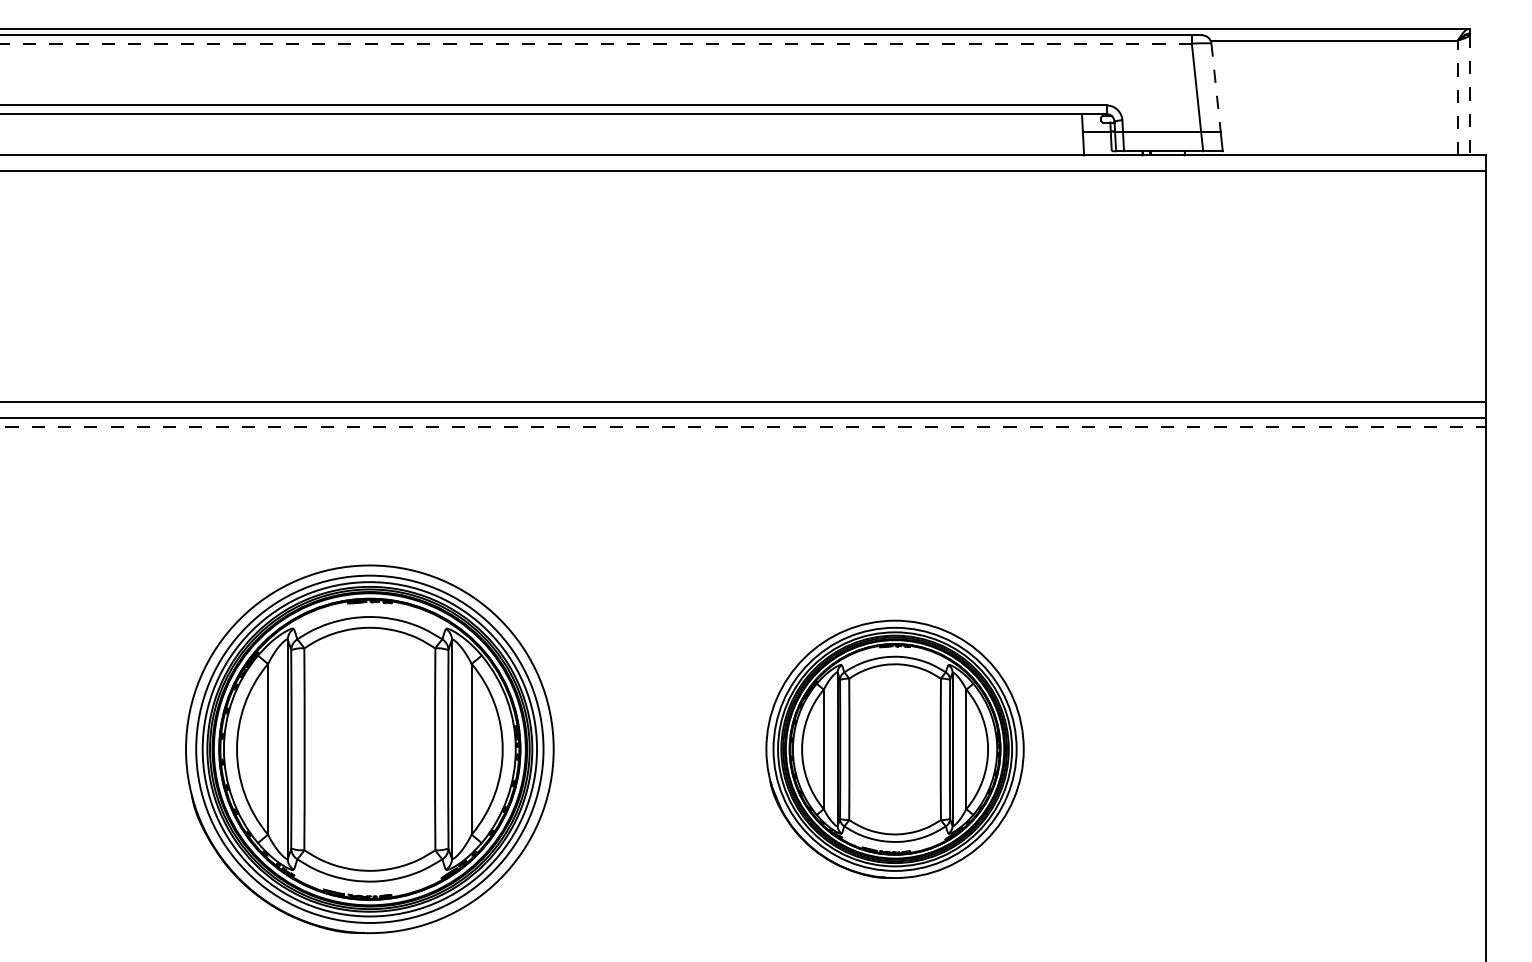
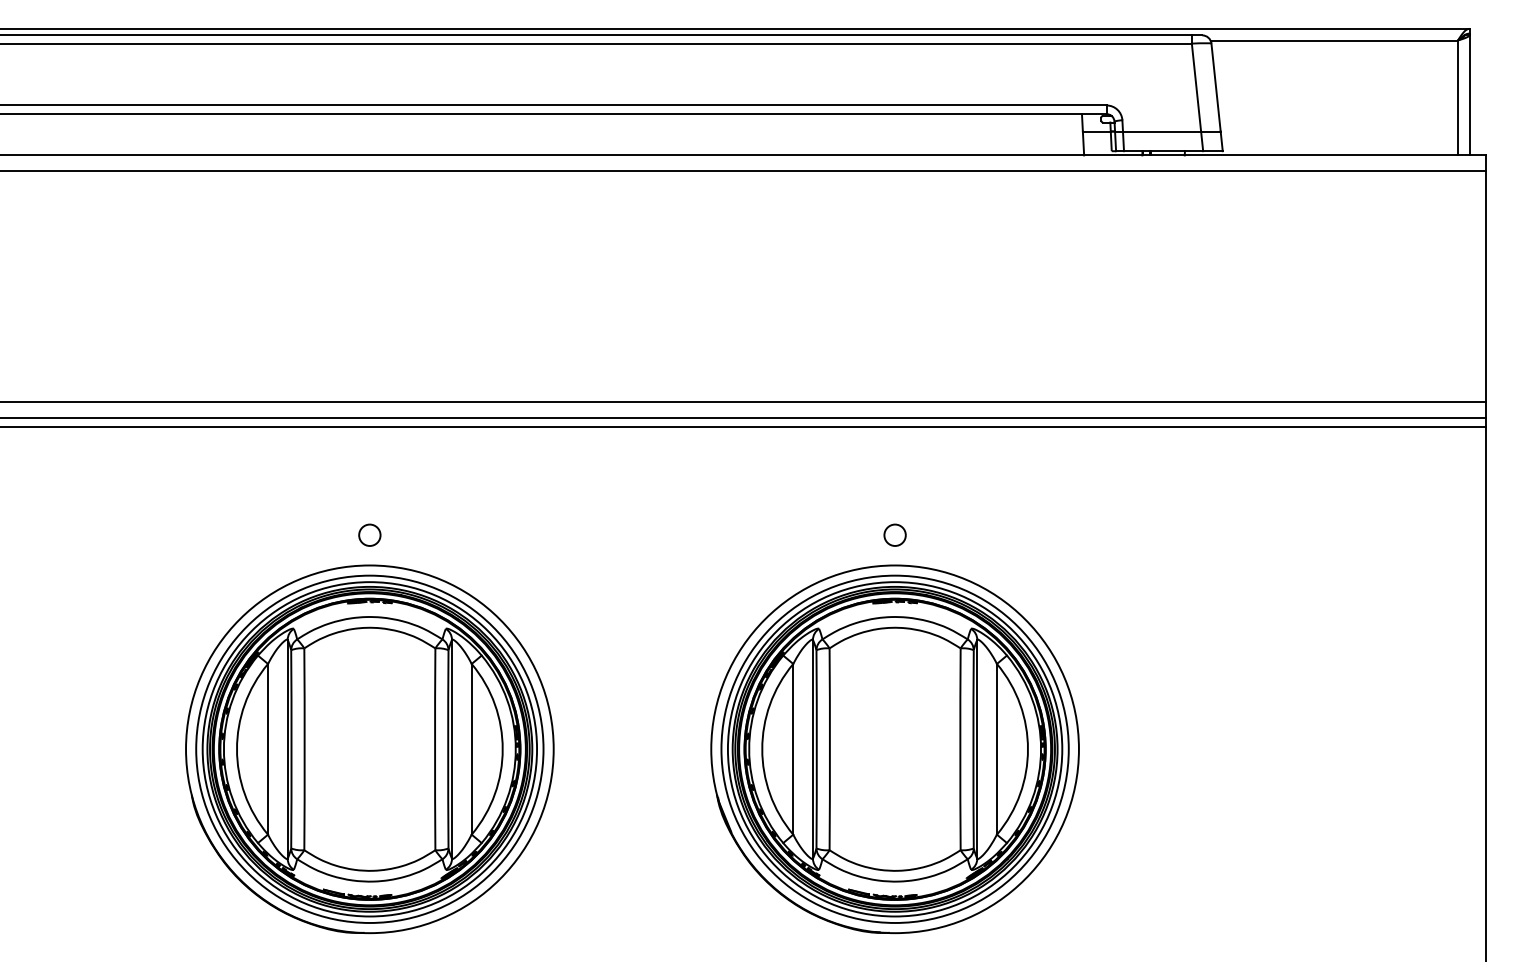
line at (596, 43): dashed -> solid
line at (1216, 88): dashed -> solid
line at (1469, 95): dashed -> solid
line at (1457, 97): dashed -> solid
line at (743, 427): dashed -> solid
circle at (369, 534): none -> present
circle at (894, 534): none -> present
part at (894, 748) size: 260x260 px -> 370x371 px
